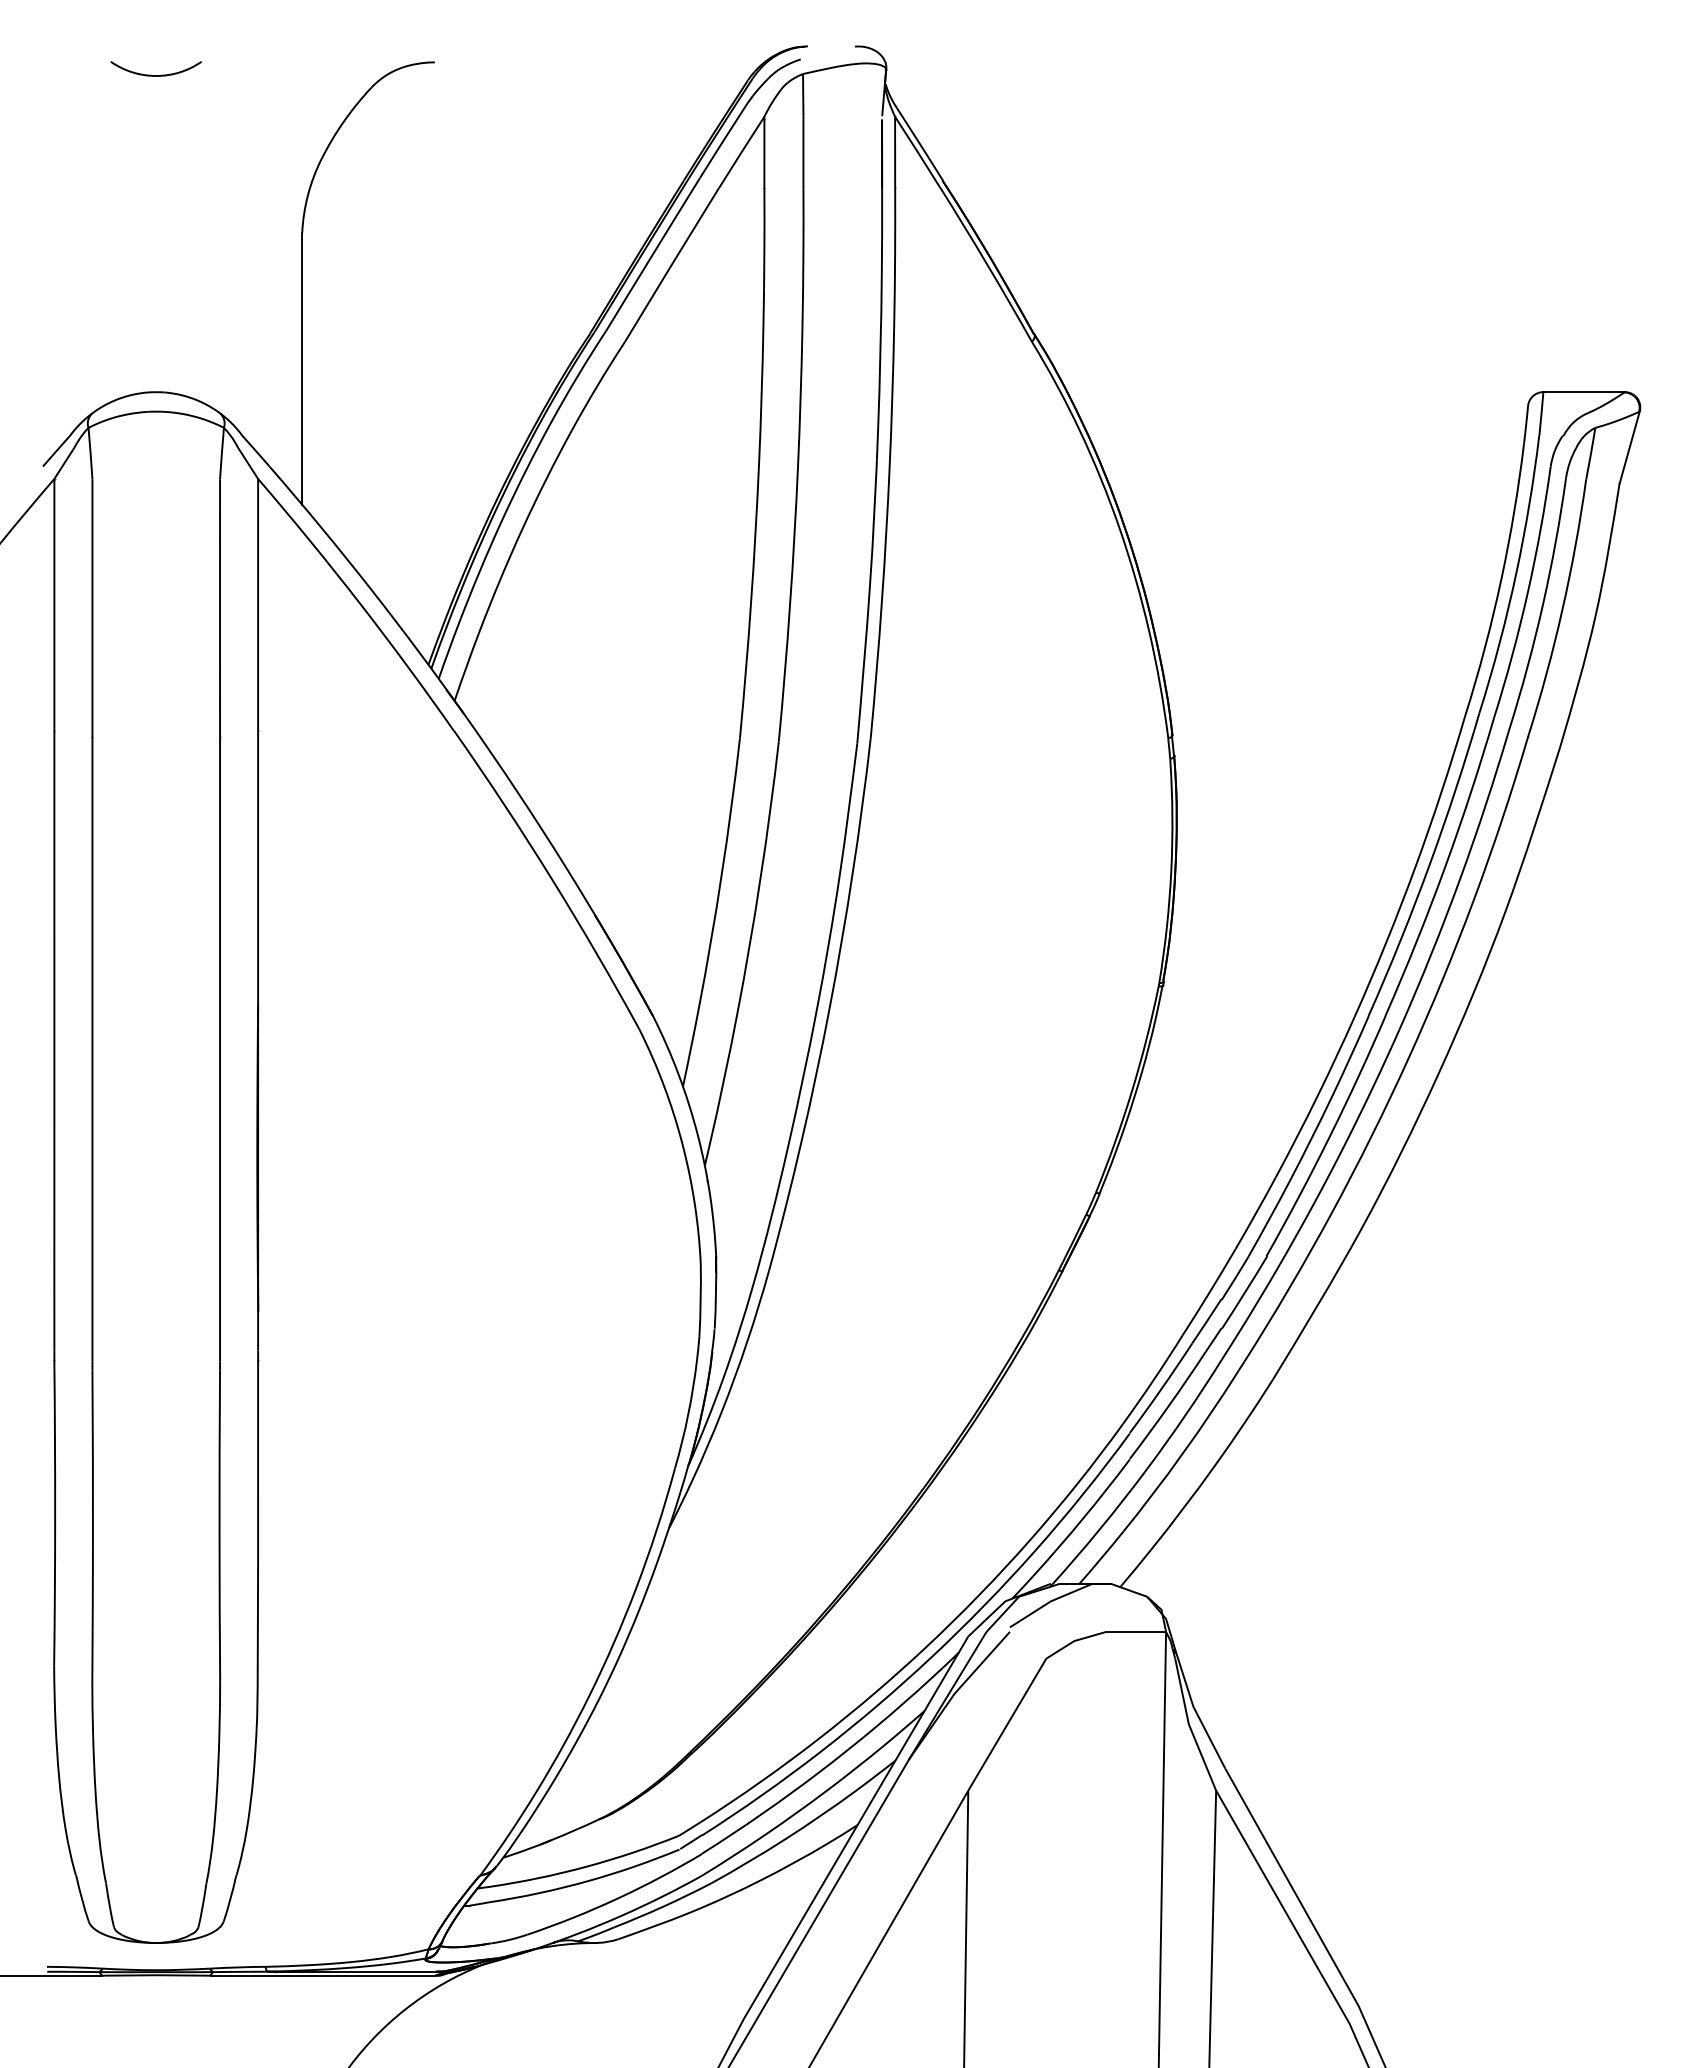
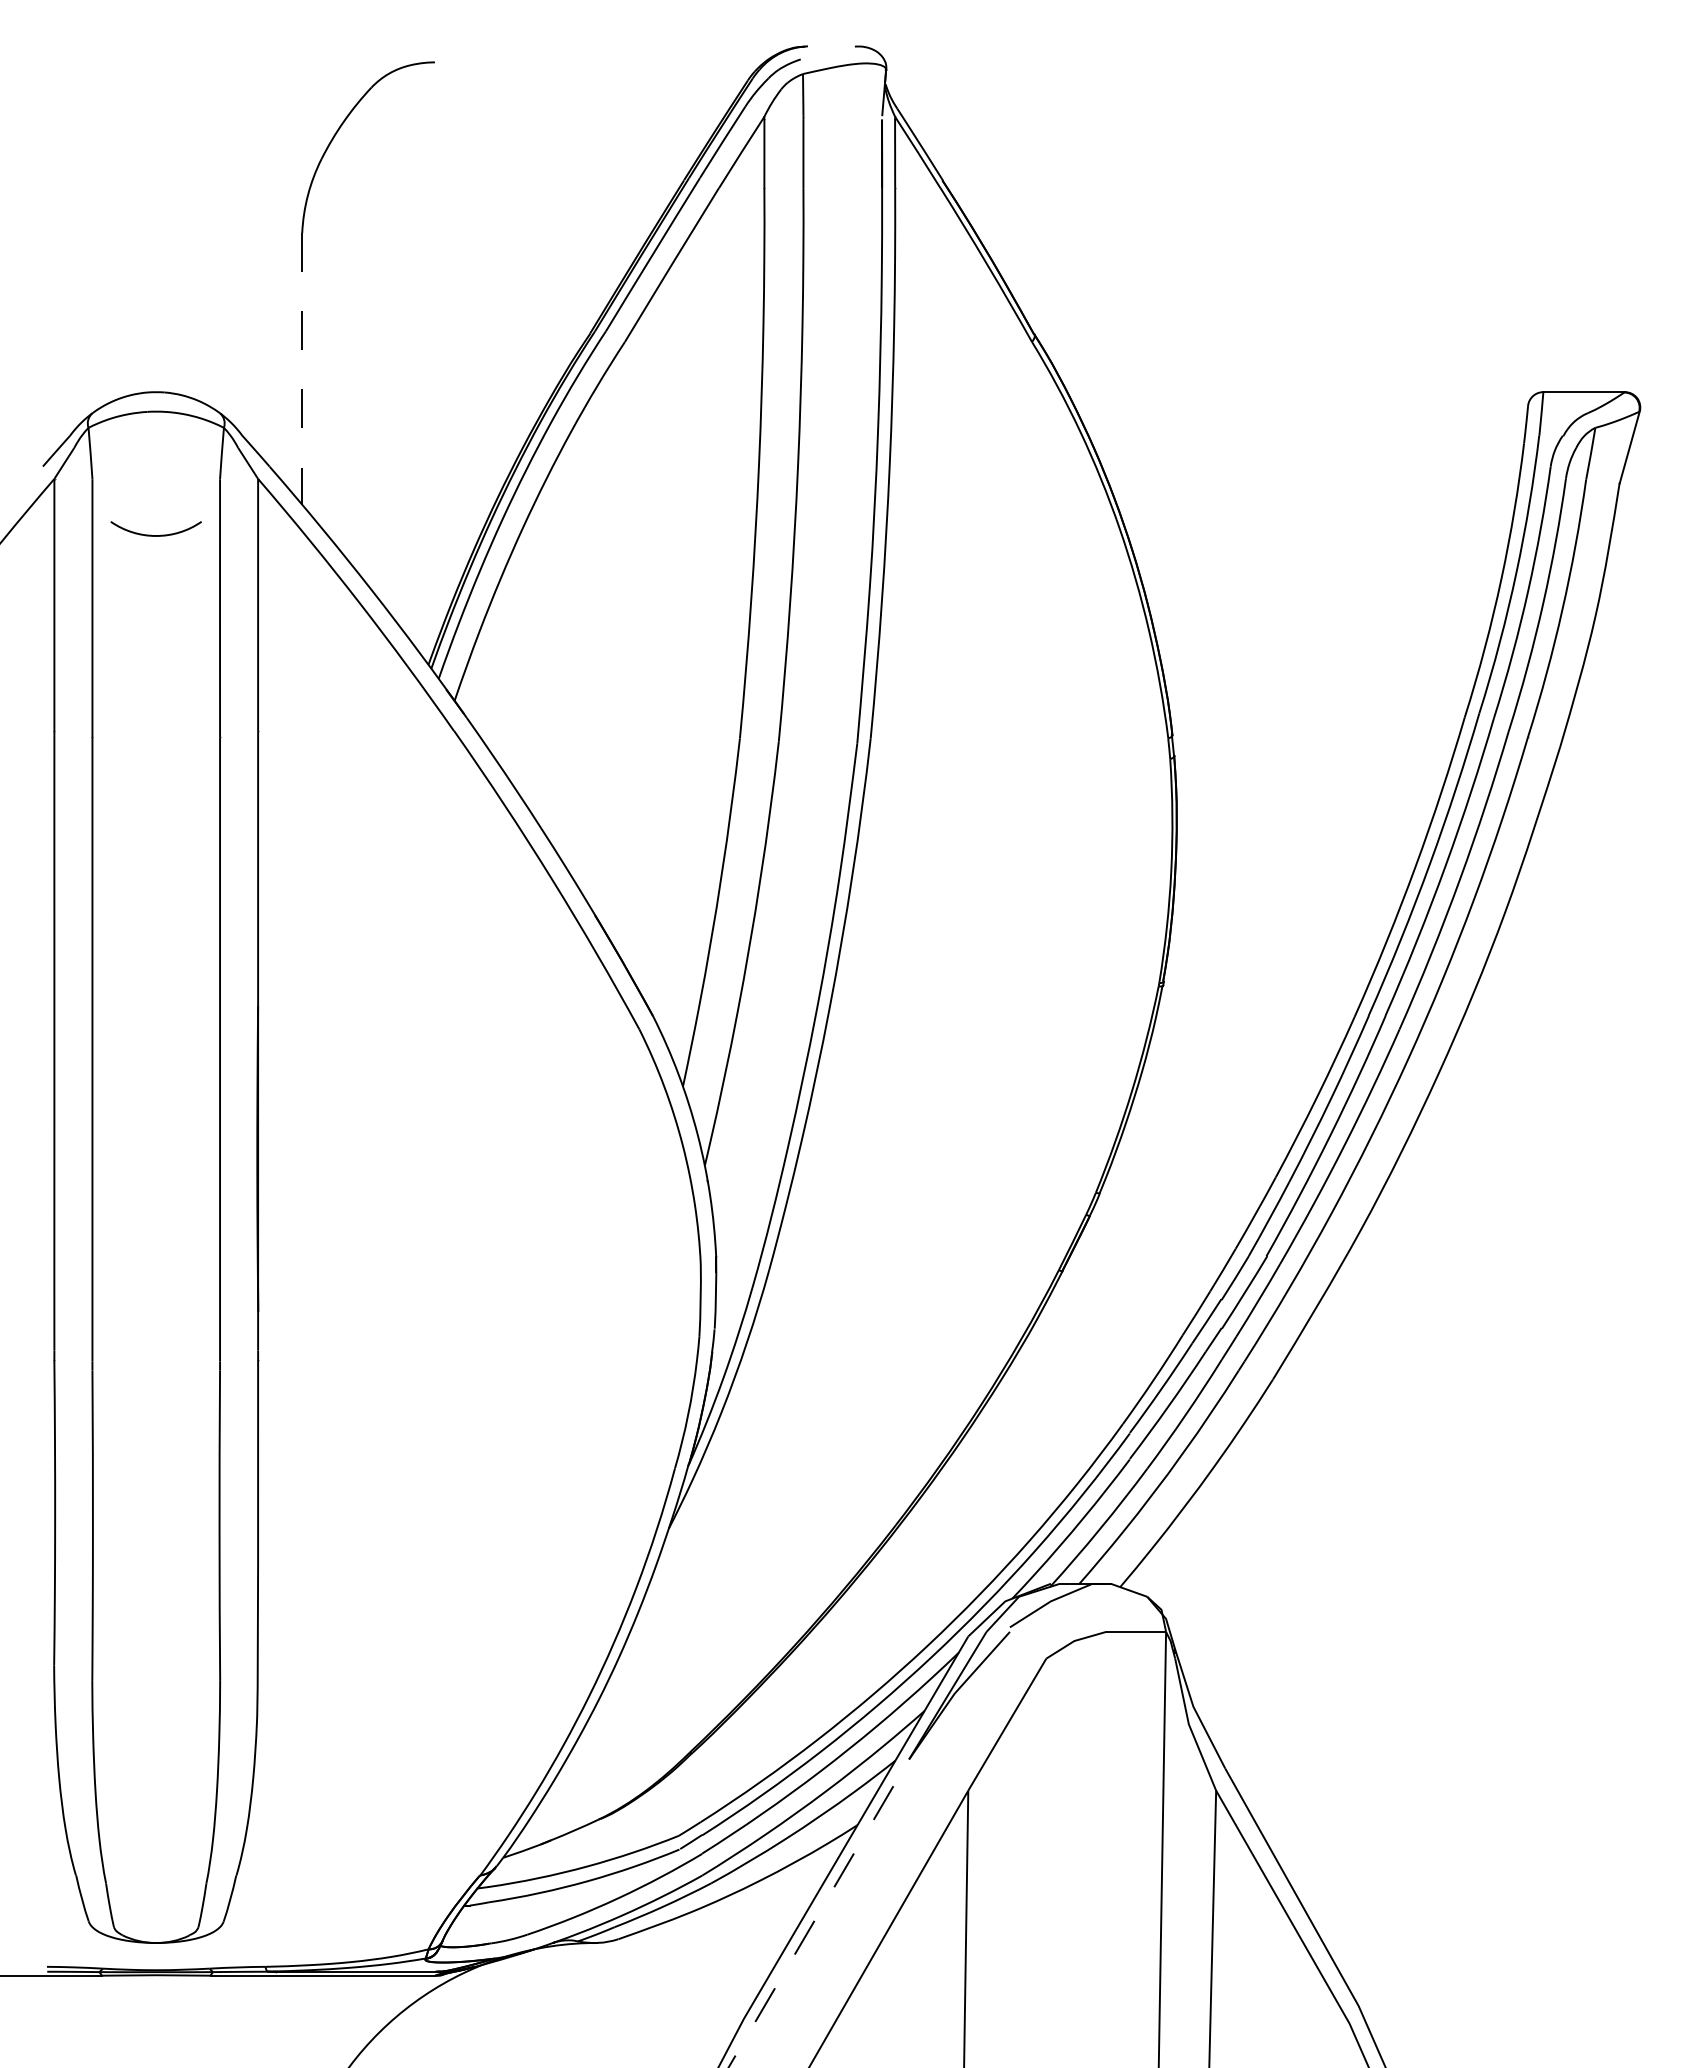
arc at (155, 75) position: (155, 75) -> (155, 535)
line at (302, 369): solid -> dashed
line at (818, 1913): solid -> dashed
